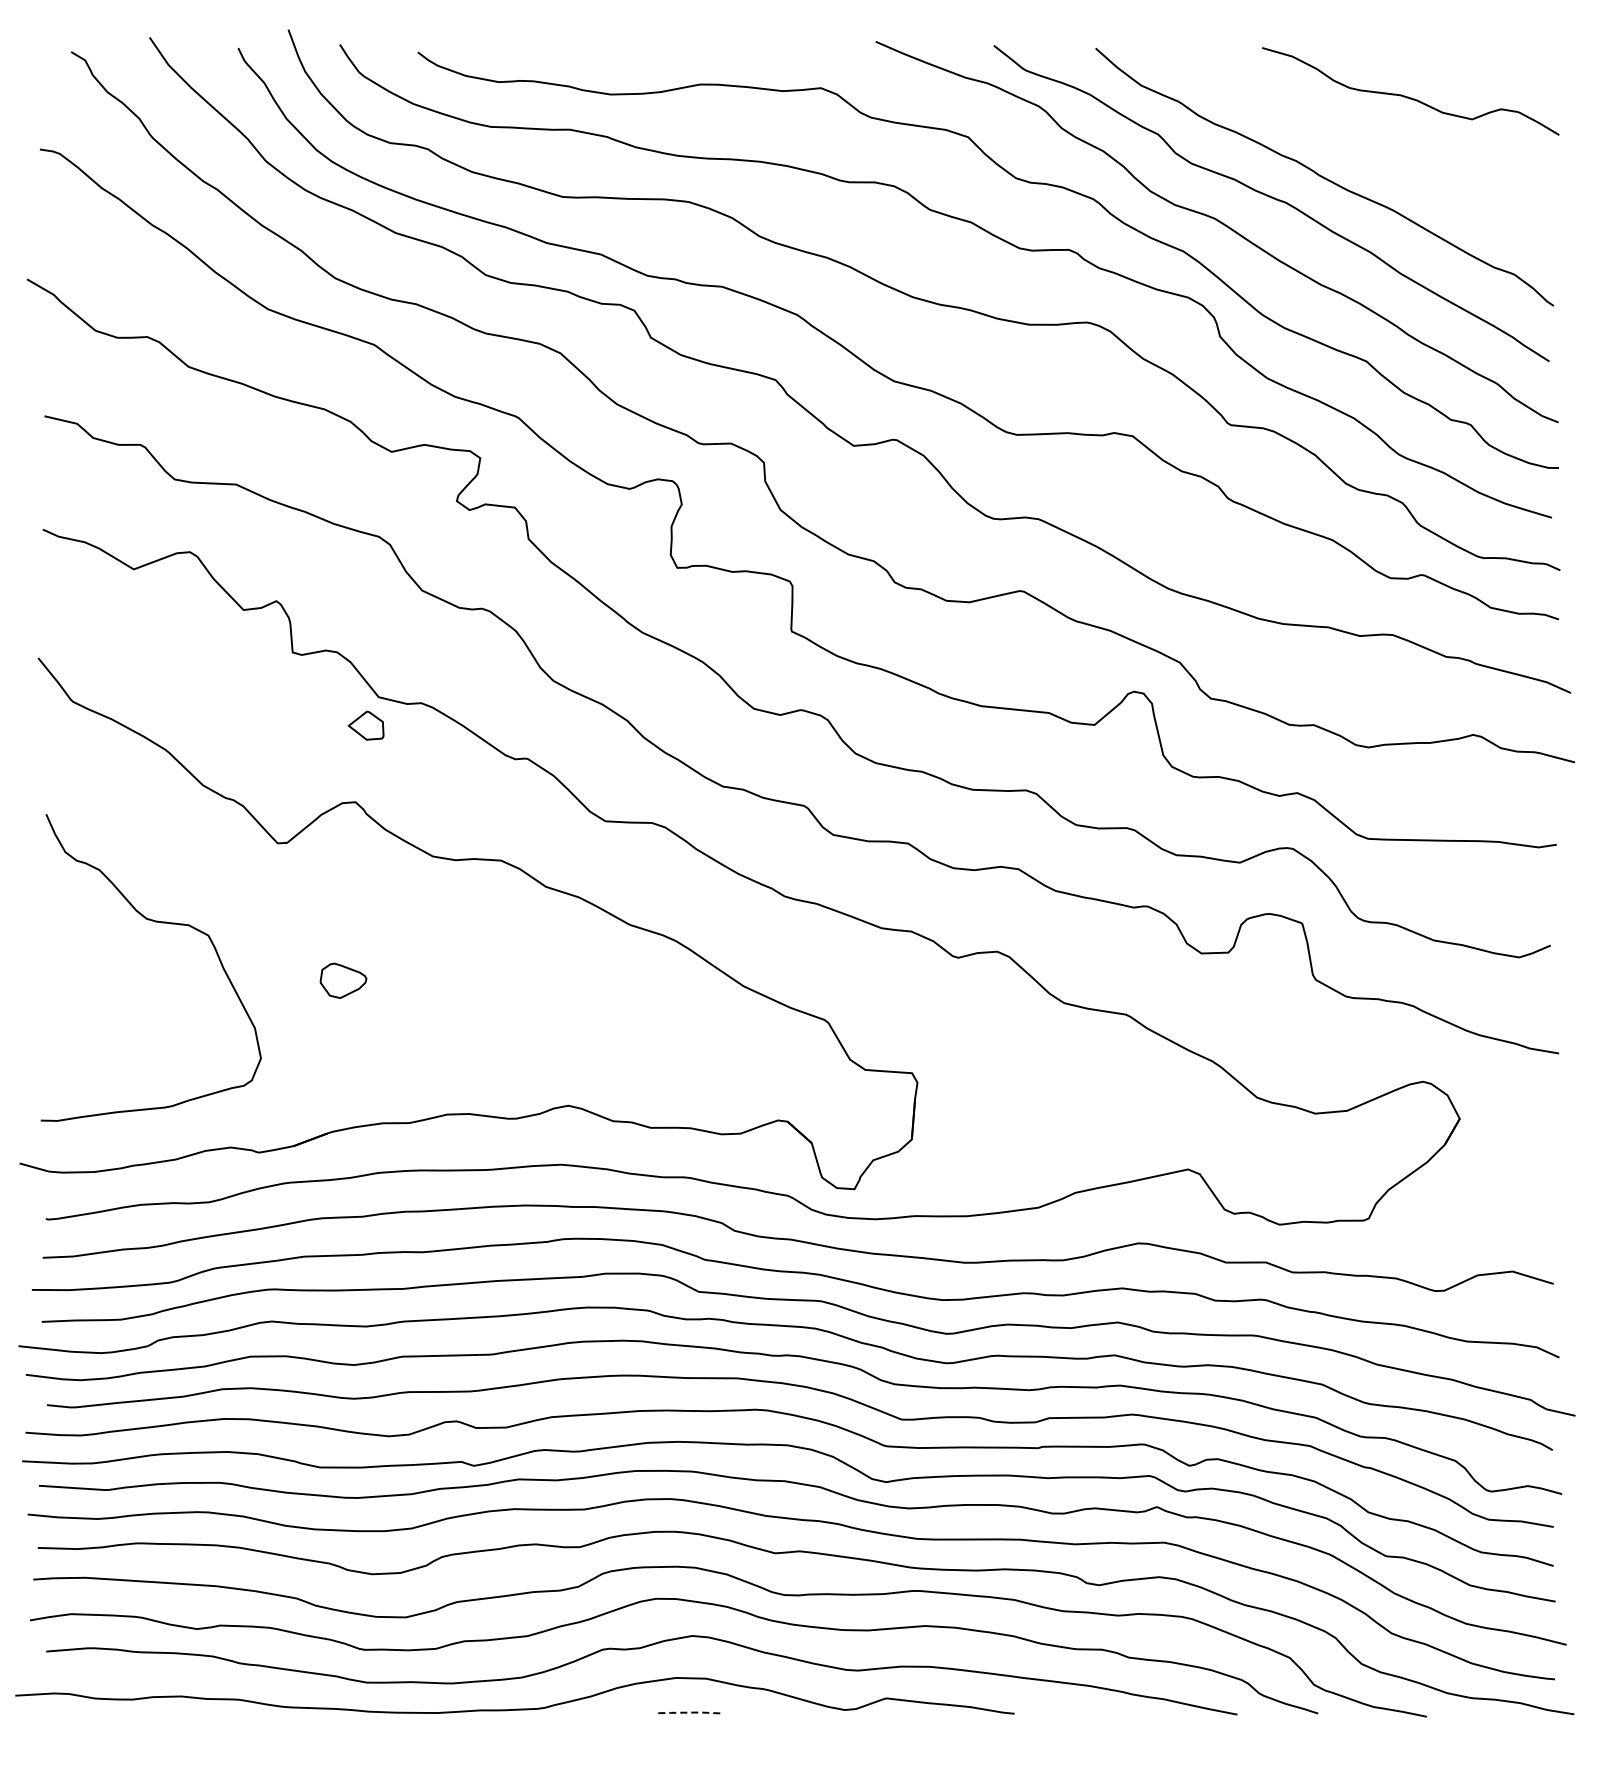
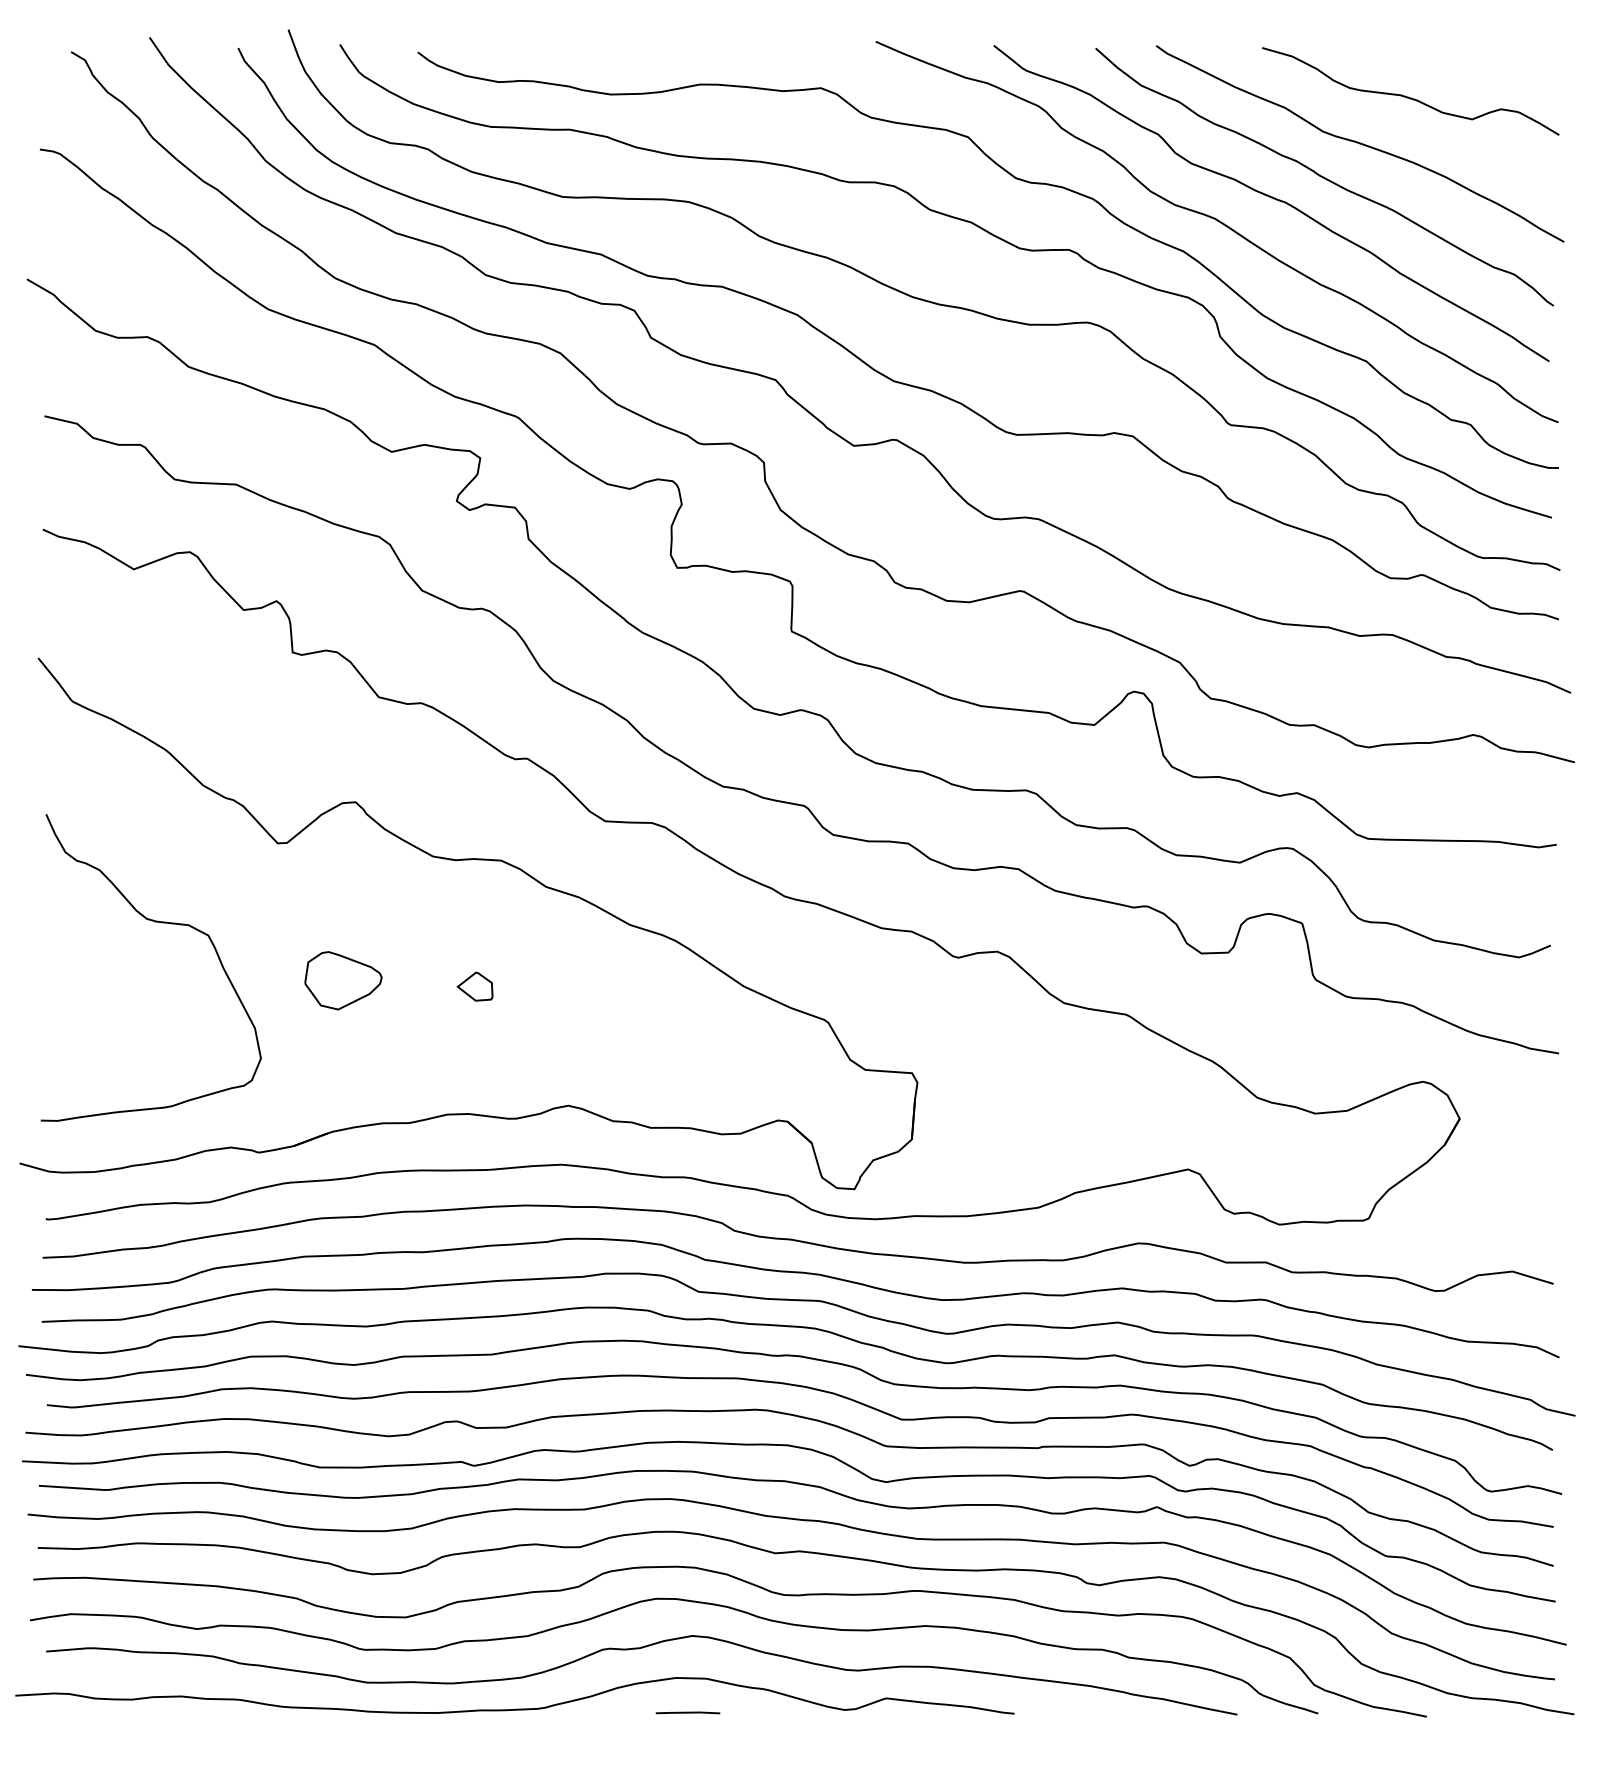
curve at (1360, 143): none -> present
part at (365, 725) position: (365, 725) -> (474, 986)
part at (343, 980) size: 49x37 px -> 79x60 px
line at (688, 1712): dashed -> solid
